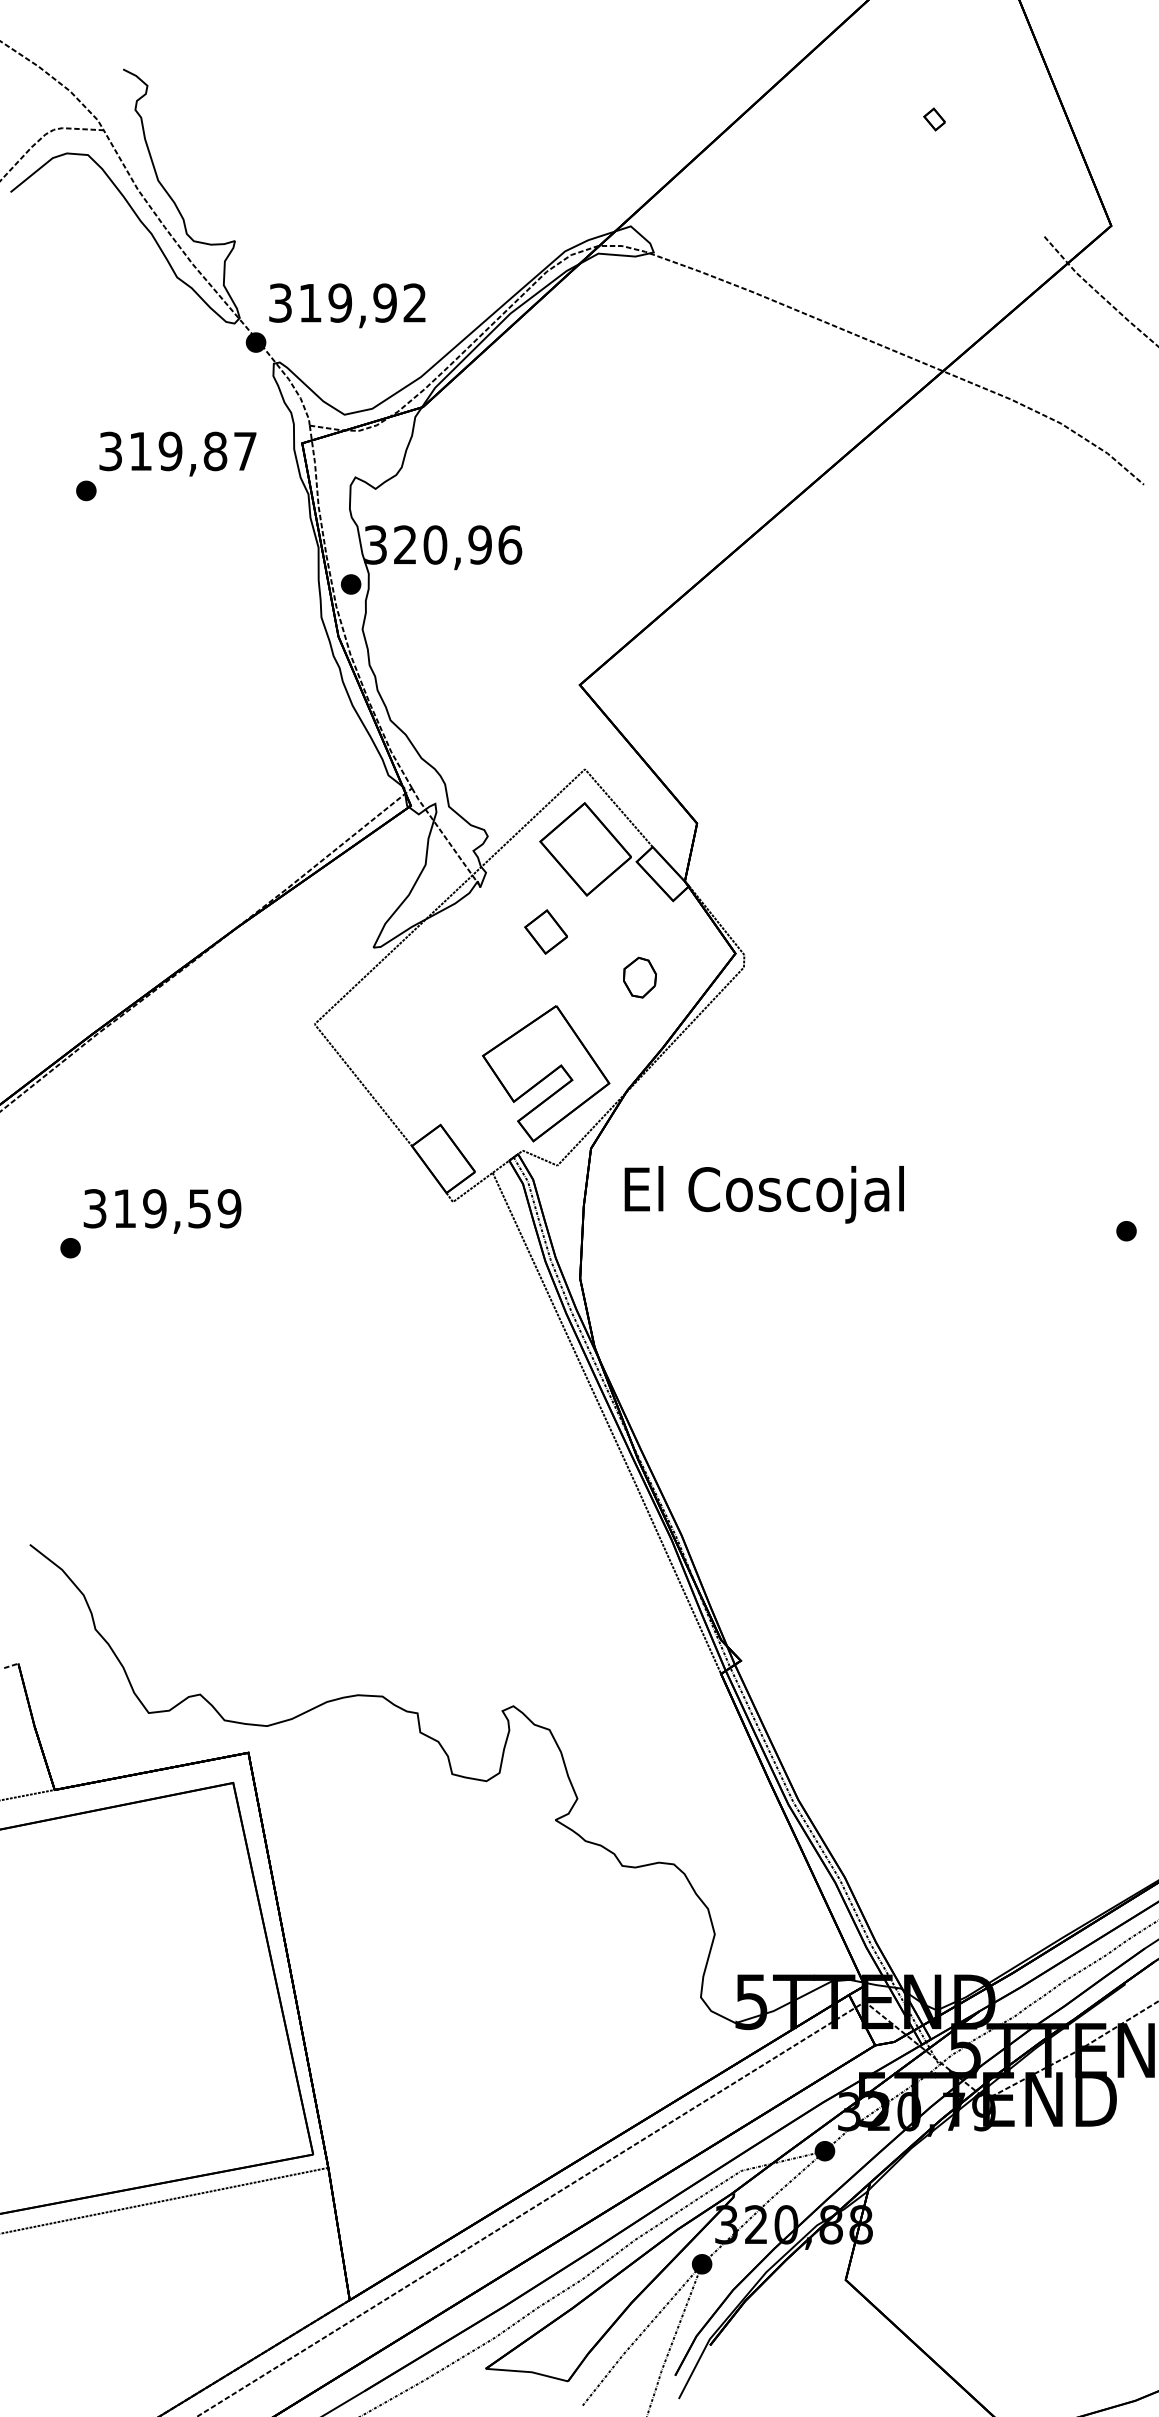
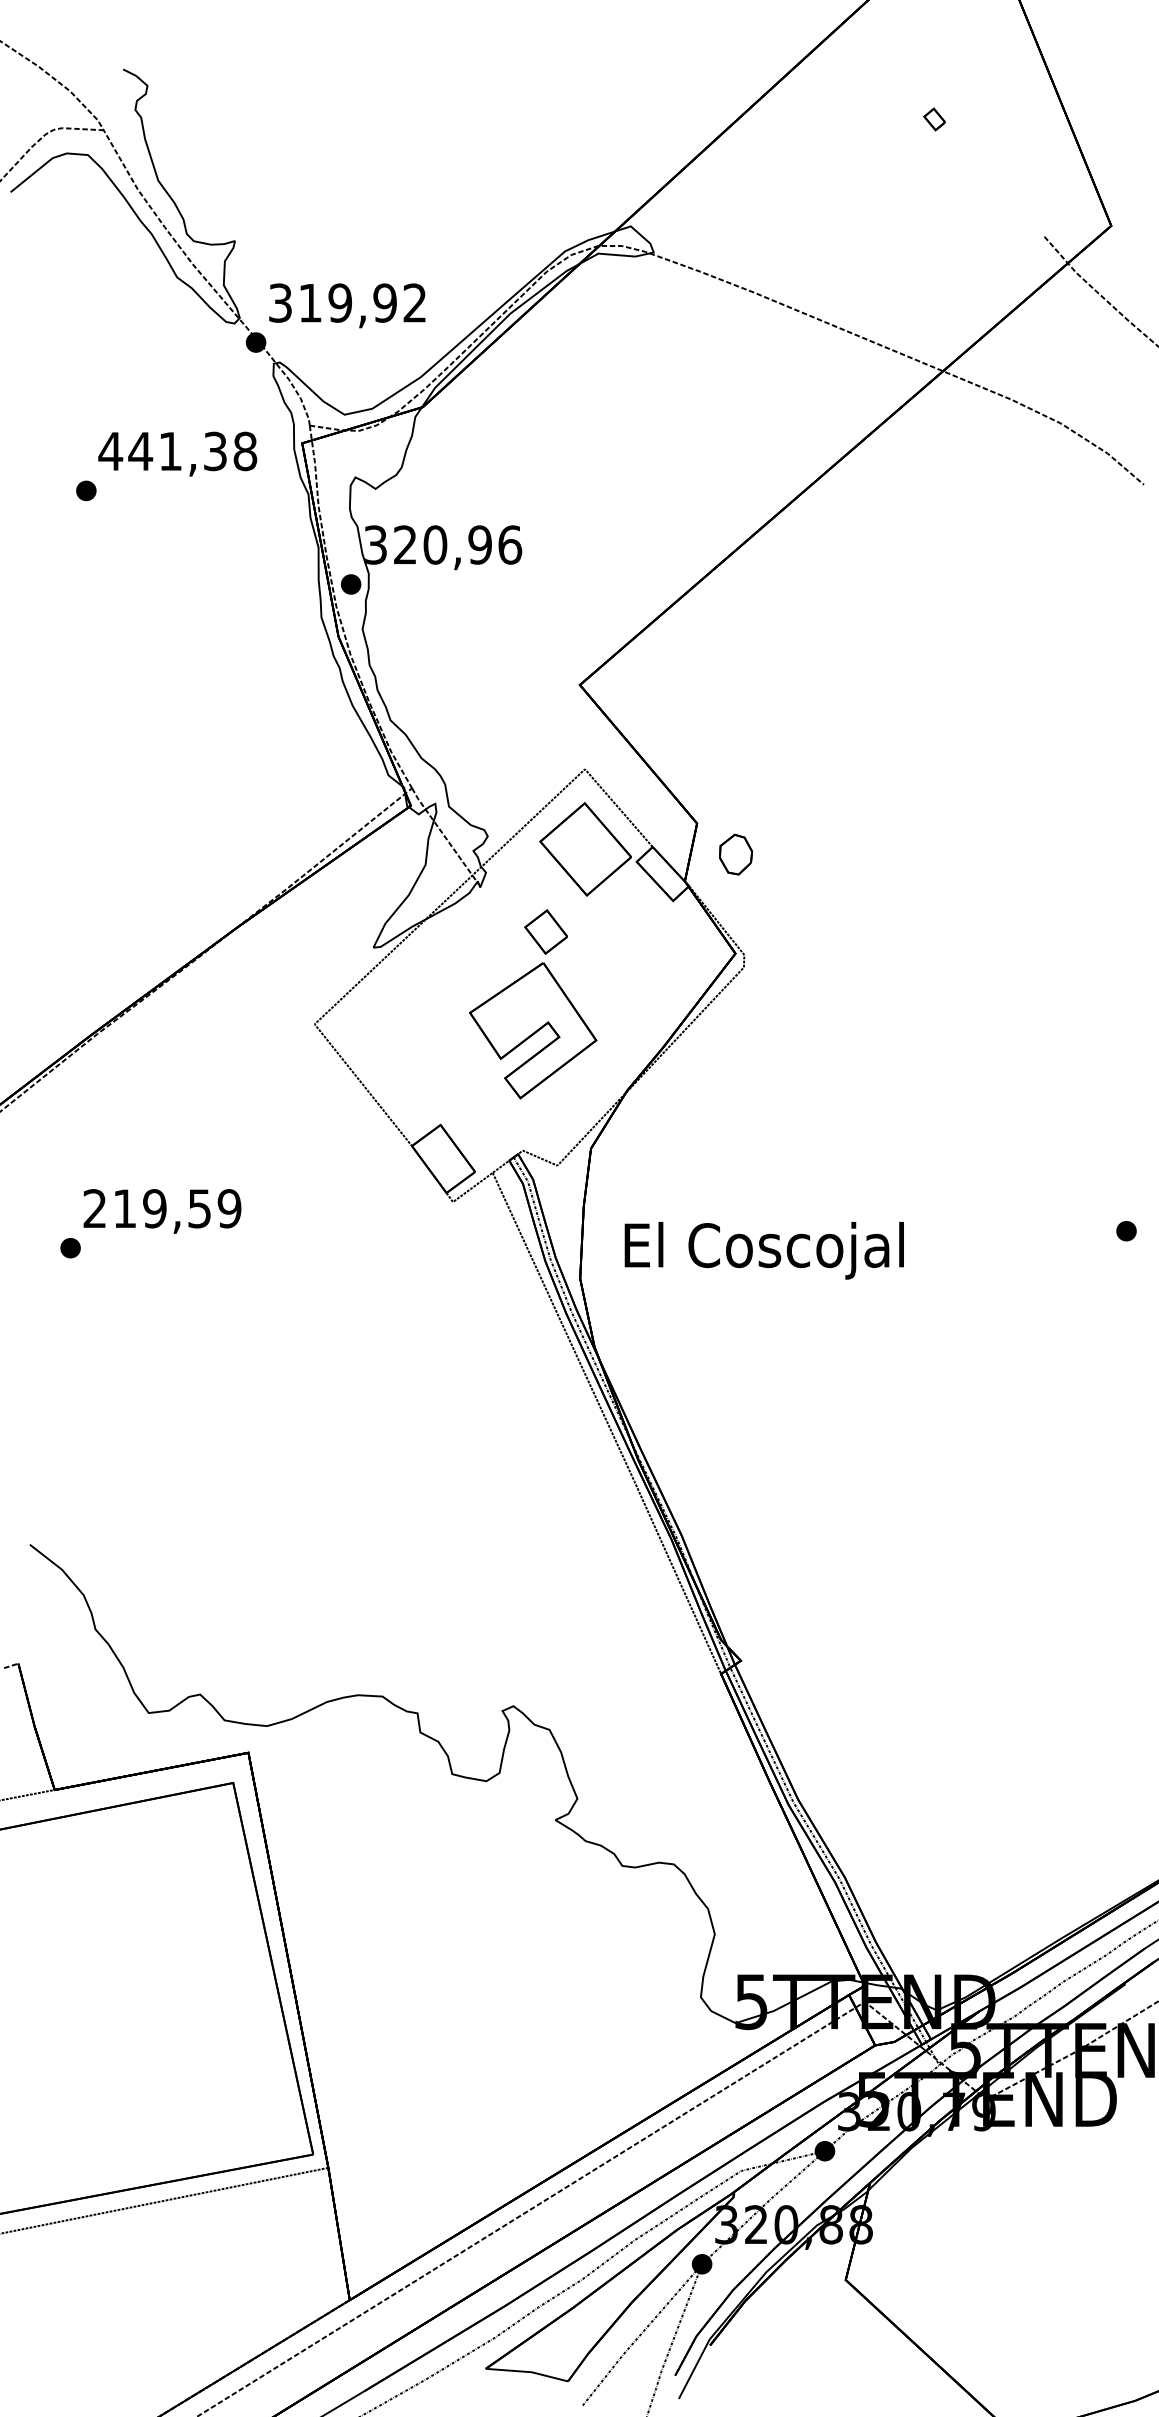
text at (177, 451): 319,87 -> 441,38
part at (640, 977) position: (640, 977) -> (736, 854)
part at (546, 1073) position: (546, 1073) -> (533, 1030)
text at (763, 1194) position: (763, 1194) -> (763, 1250)
text at (94, 1208): 319,59 -> 219,59
